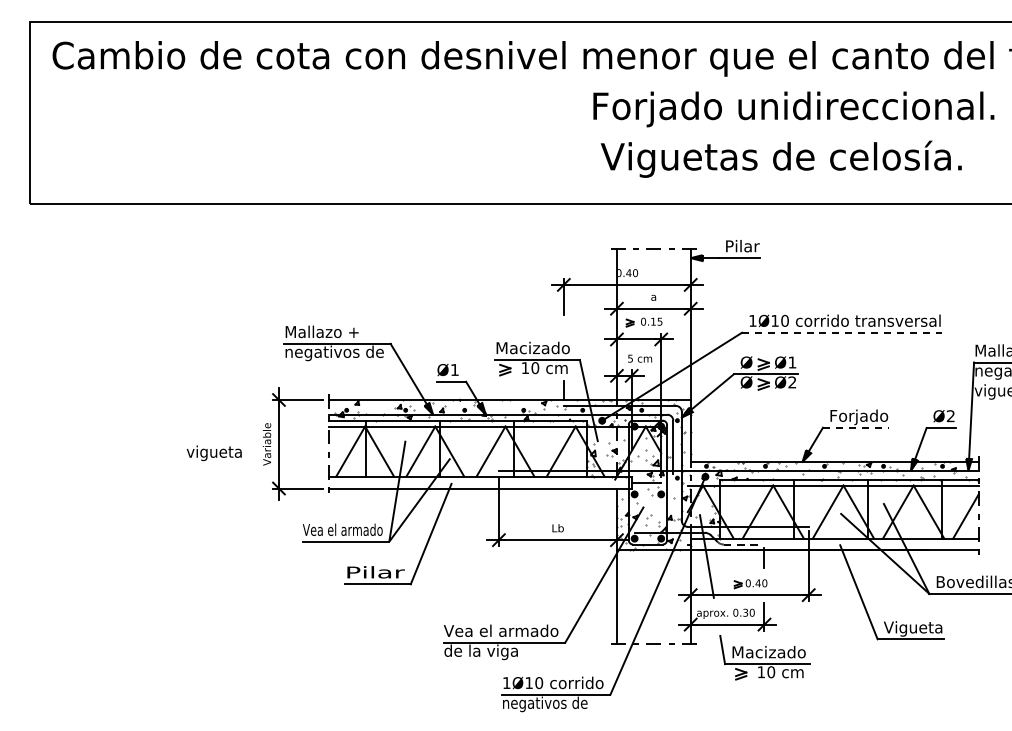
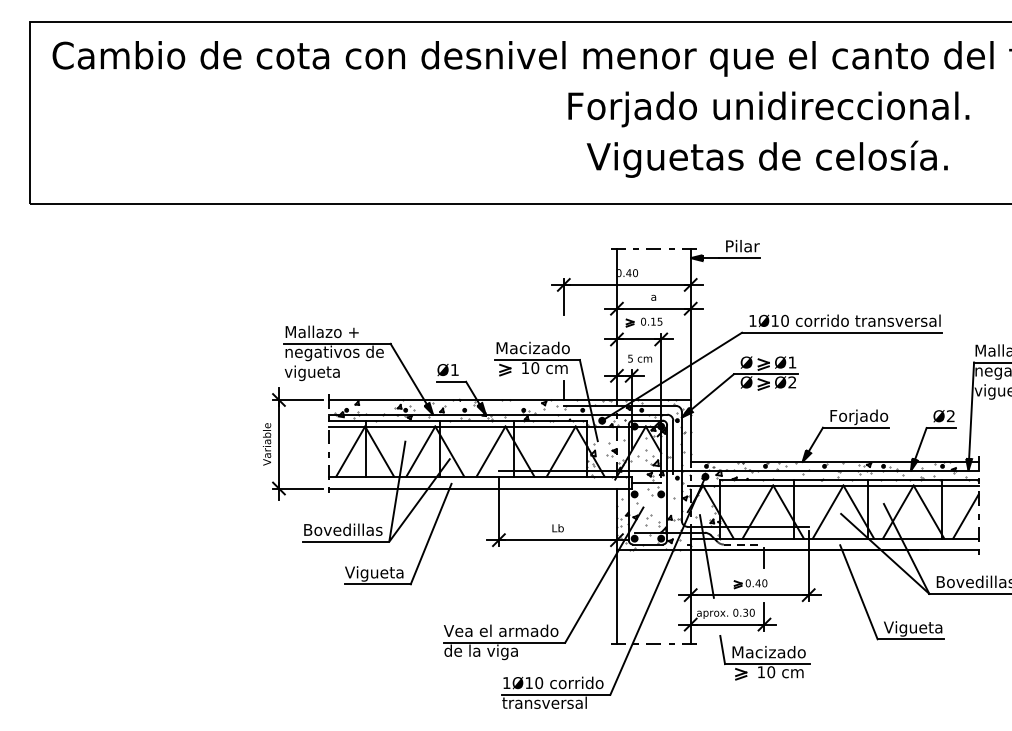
text at (793, 109) position: (793, 109) -> (768, 109)
text at (780, 158) position: (780, 158) -> (766, 158)
line at (842, 332): dashed -> solid
line at (856, 427): dashed -> solid
text at (213, 453) position: (213, 453) -> (311, 373)
text at (342, 529): Vea el armado -> Bovedillas
text at (374, 573): Pilar -> Vigueta
text at (544, 704): negativos de -> transversal
